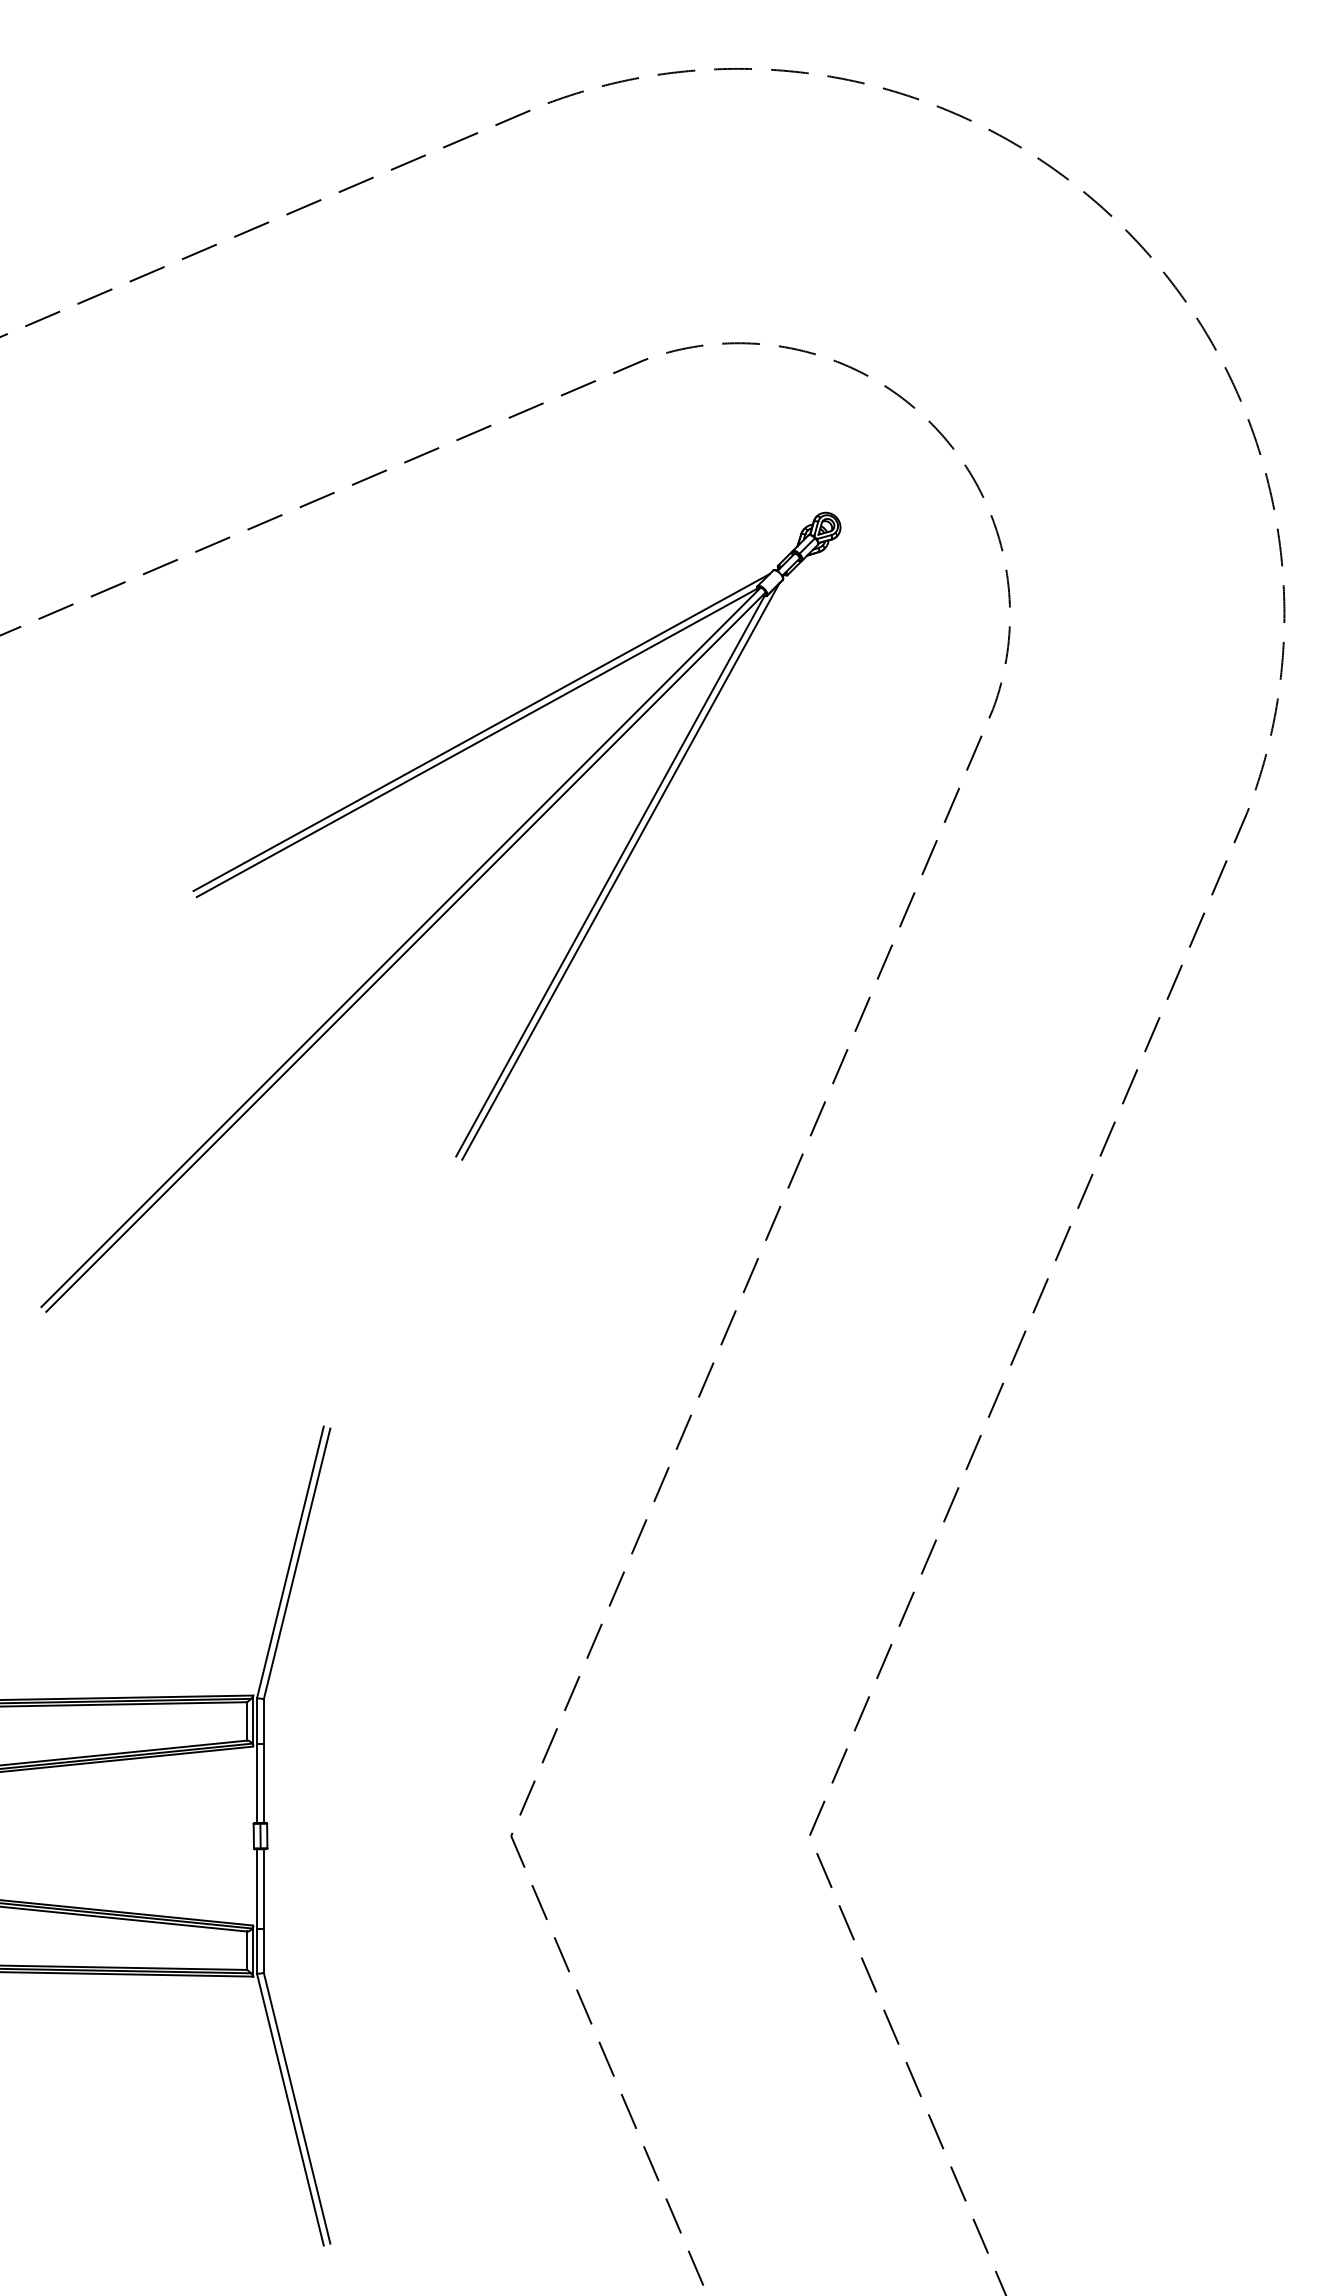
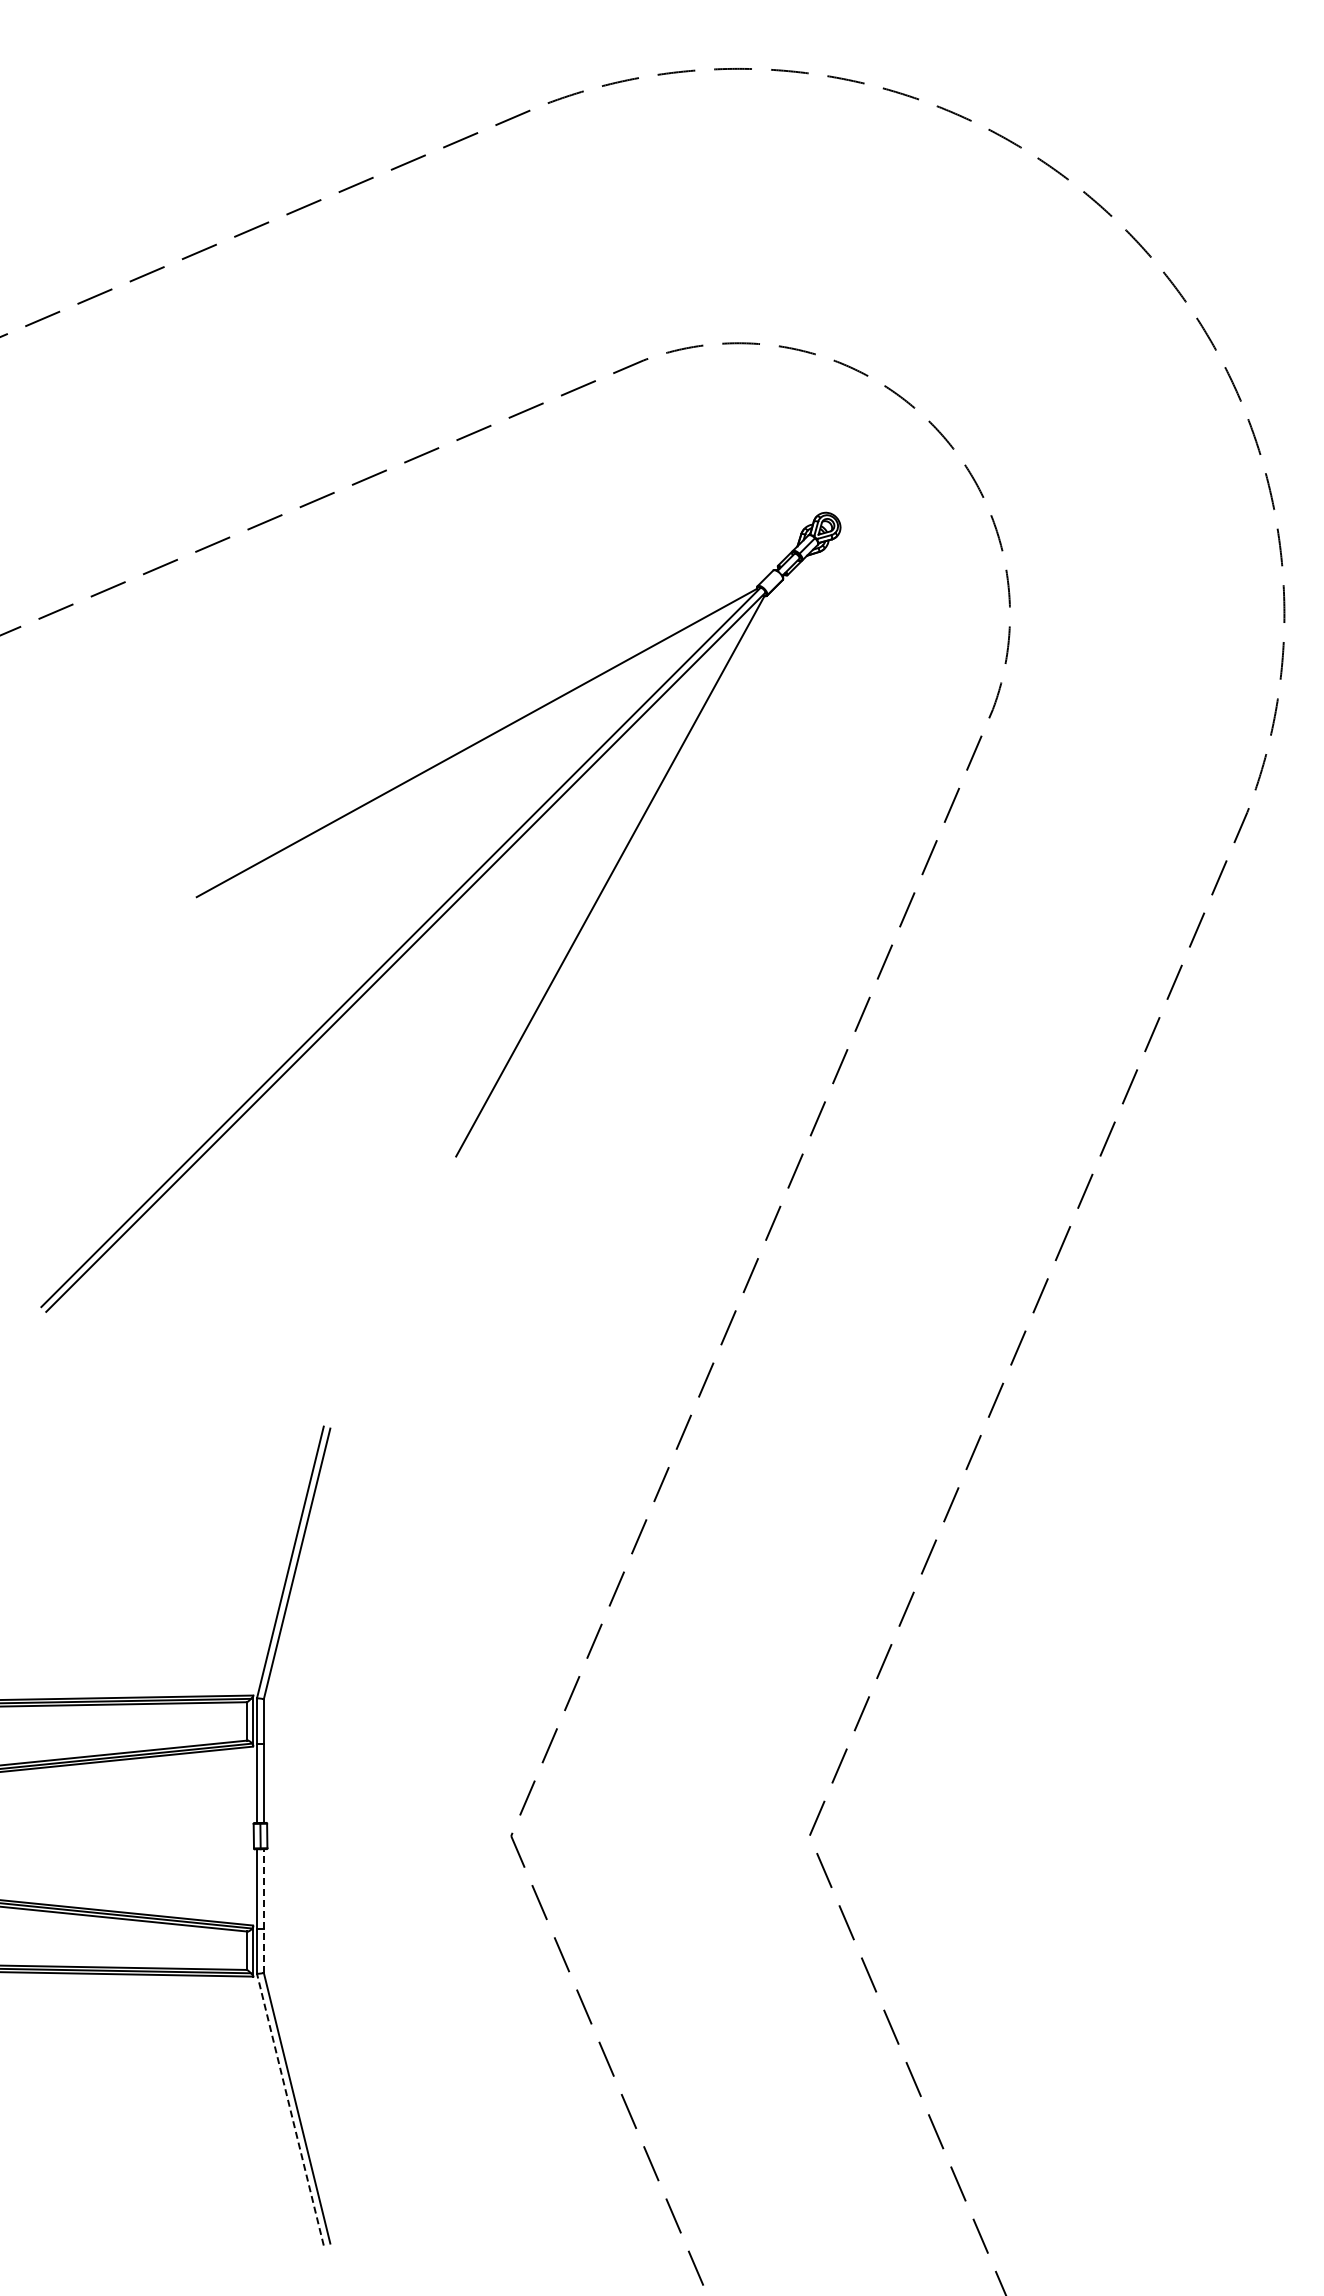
line at (481, 732): present -> none
line at (620, 871): present -> none
line at (263, 1911): solid -> dashed
line at (290, 2109): solid -> dashed
